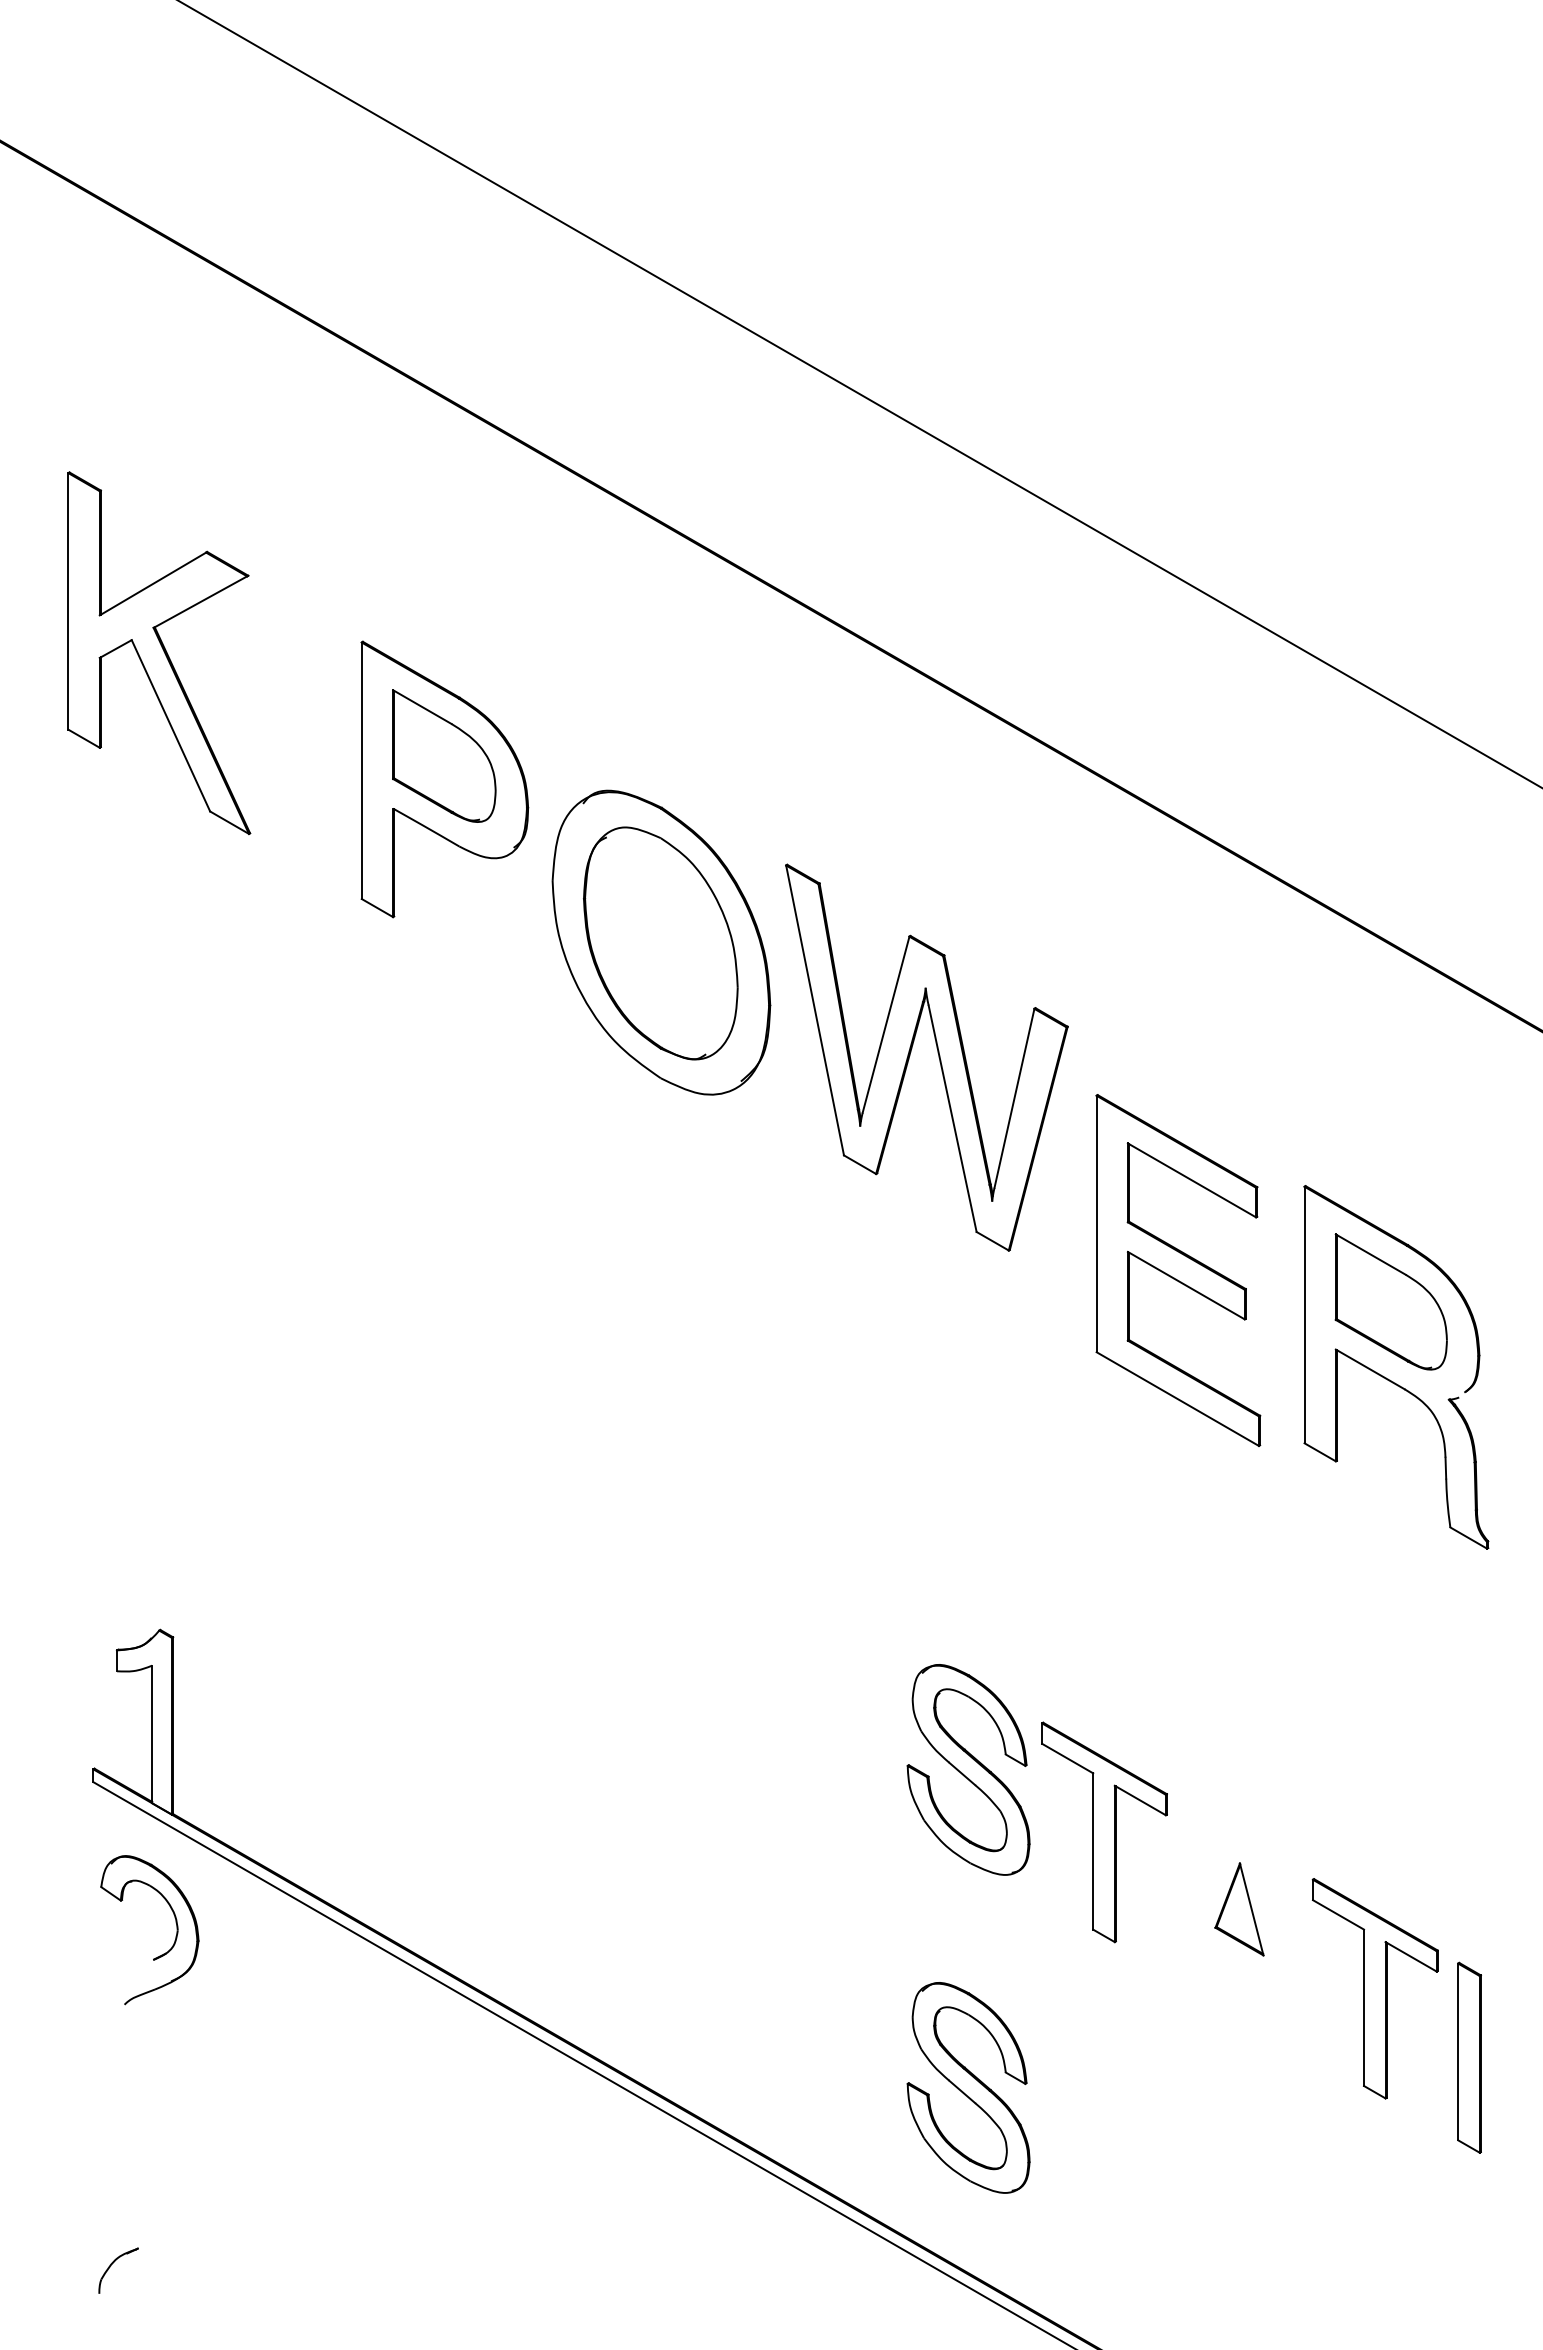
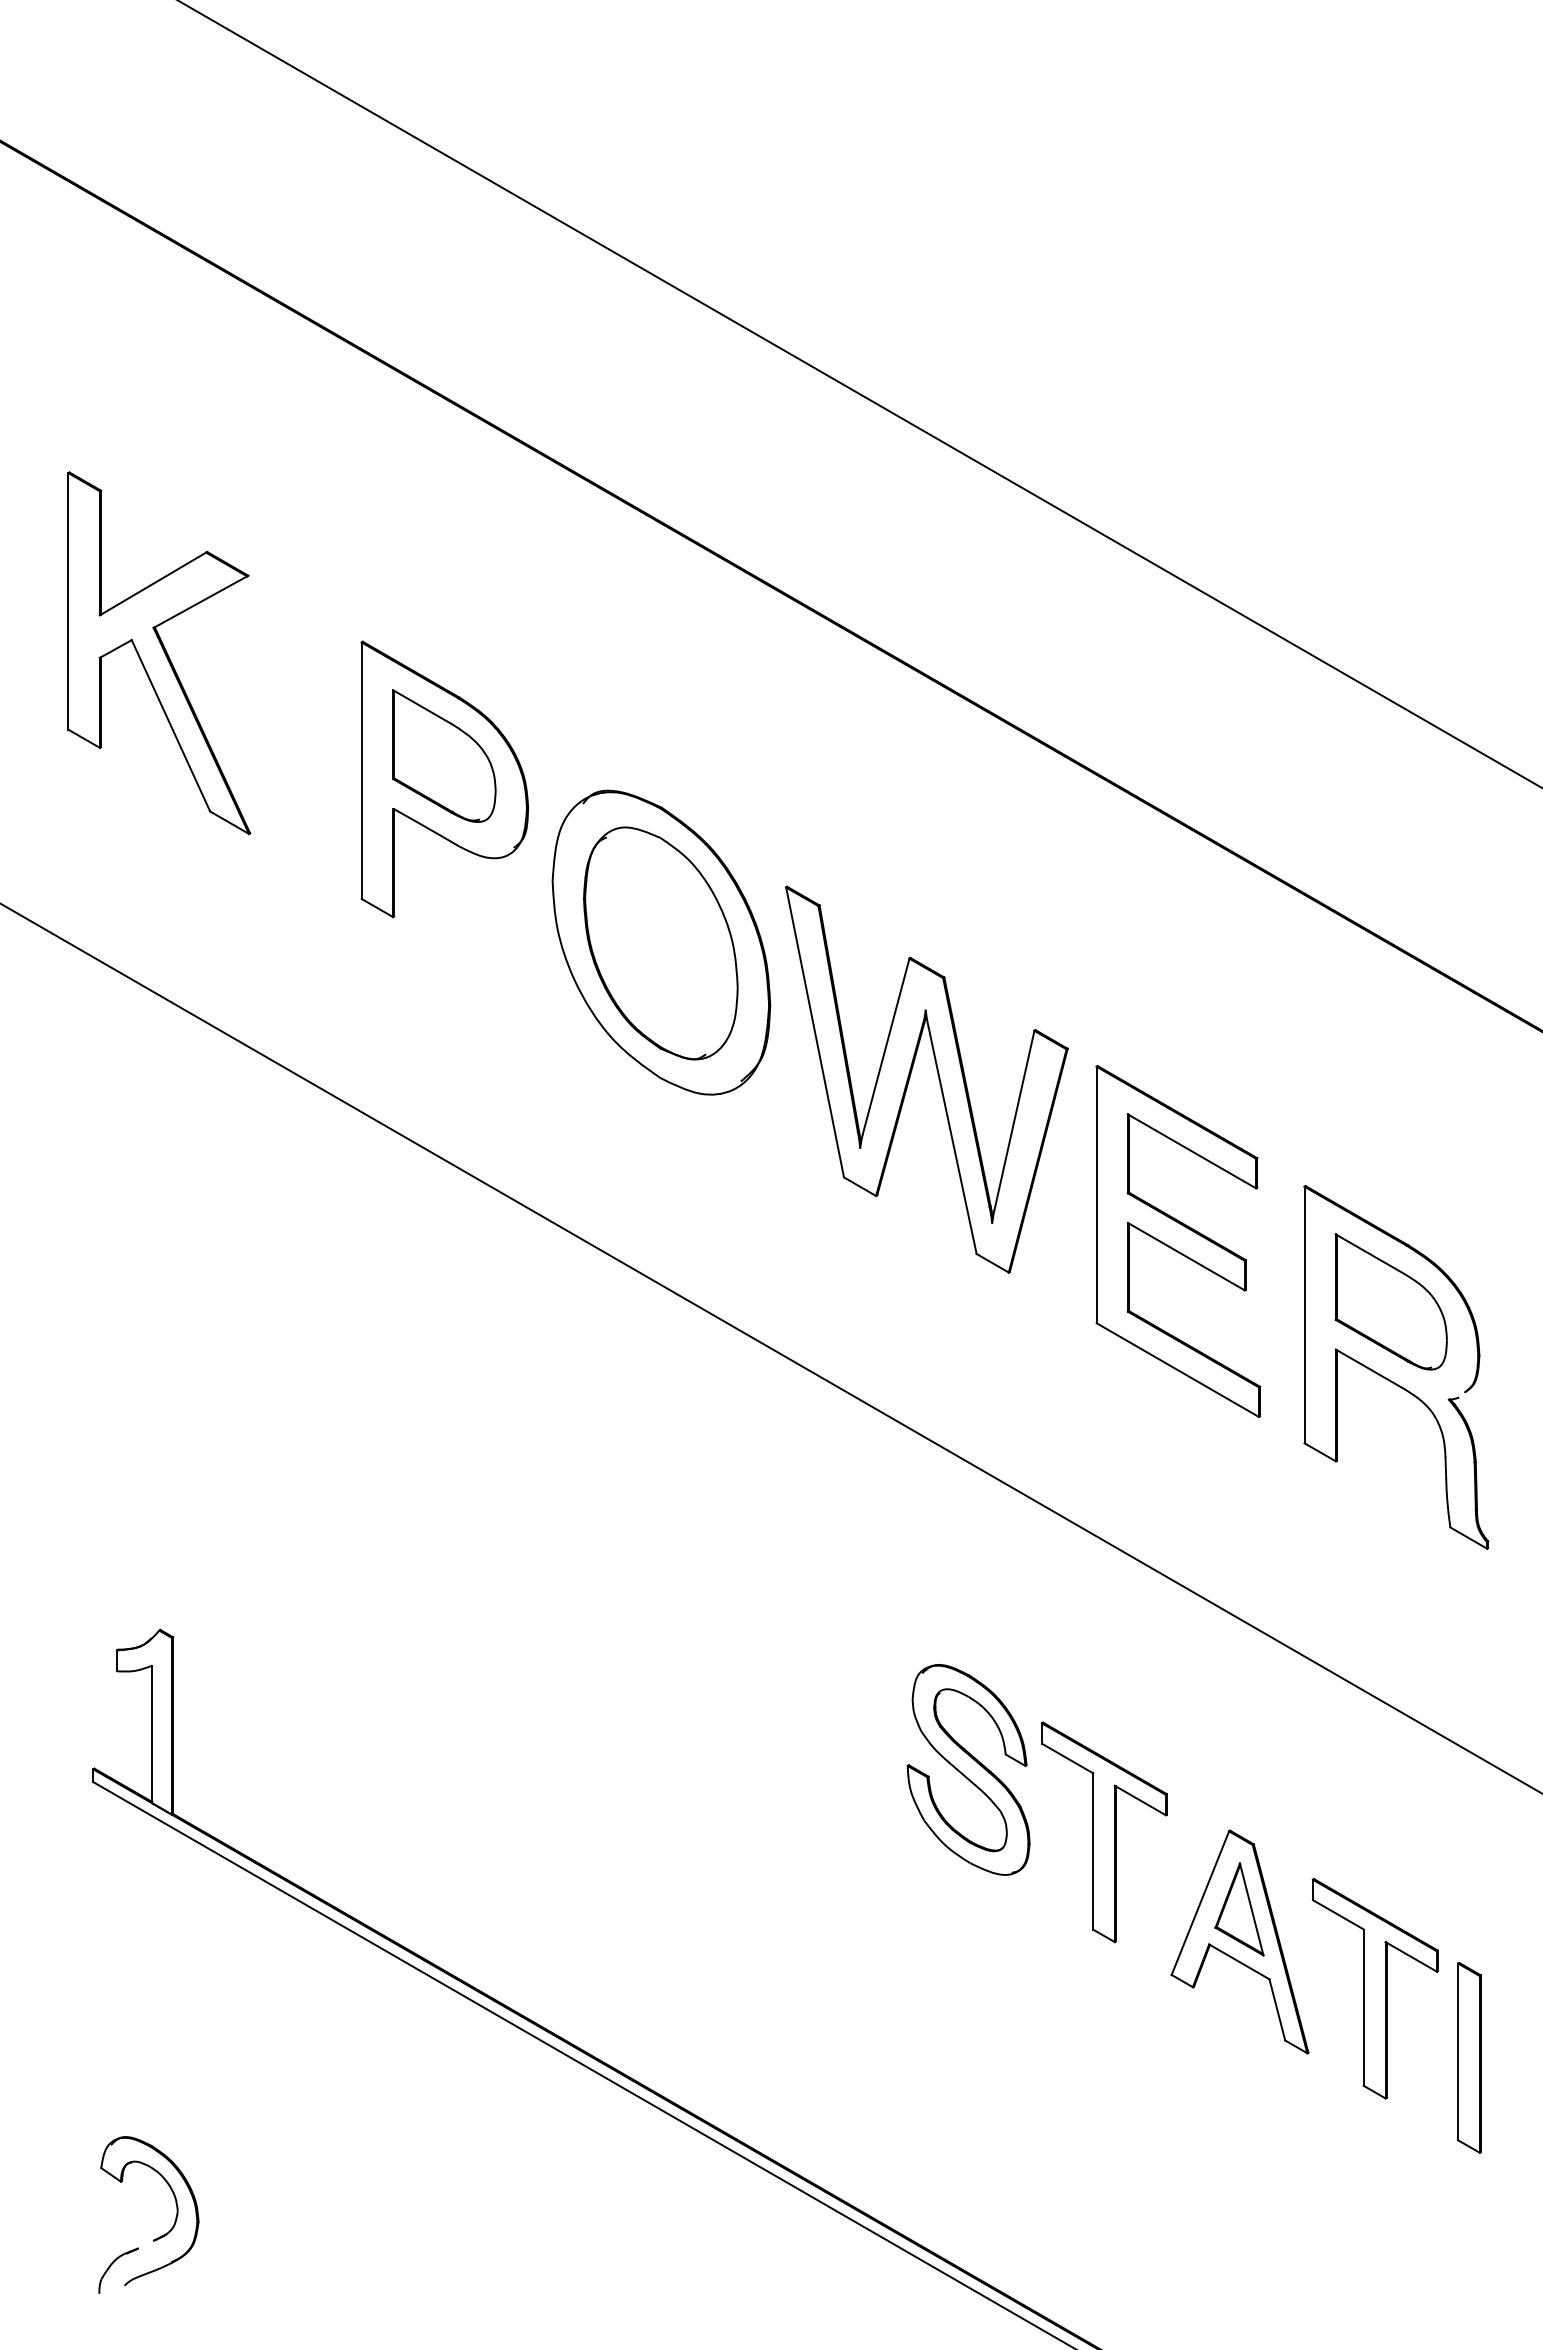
part at (937, 1053) position: (937, 1053) -> (937, 1075)
part at (1178, 1270) position: (1178, 1270) -> (1178, 1241)
line at (770, 1347): none -> present
part at (175, 1936) position: (175, 1936) -> (175, 2217)
part at (1239, 1941): none -> present
part at (968, 2087): present -> none
